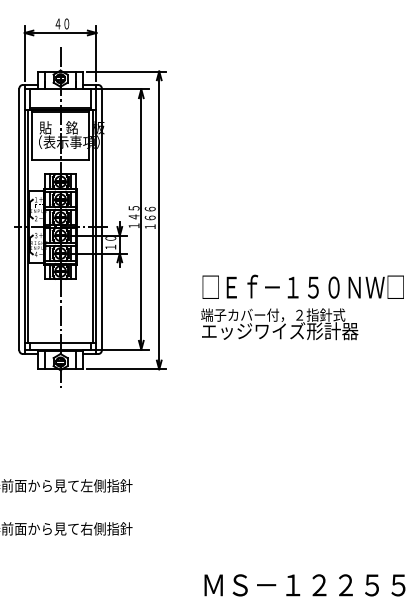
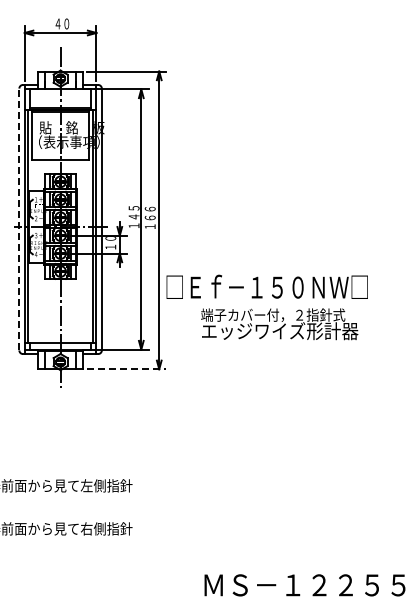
line at (19, 219): solid -> dashed
text at (302, 286) position: (302, 286) -> (266, 286)
line at (126, 369): solid -> dashed
